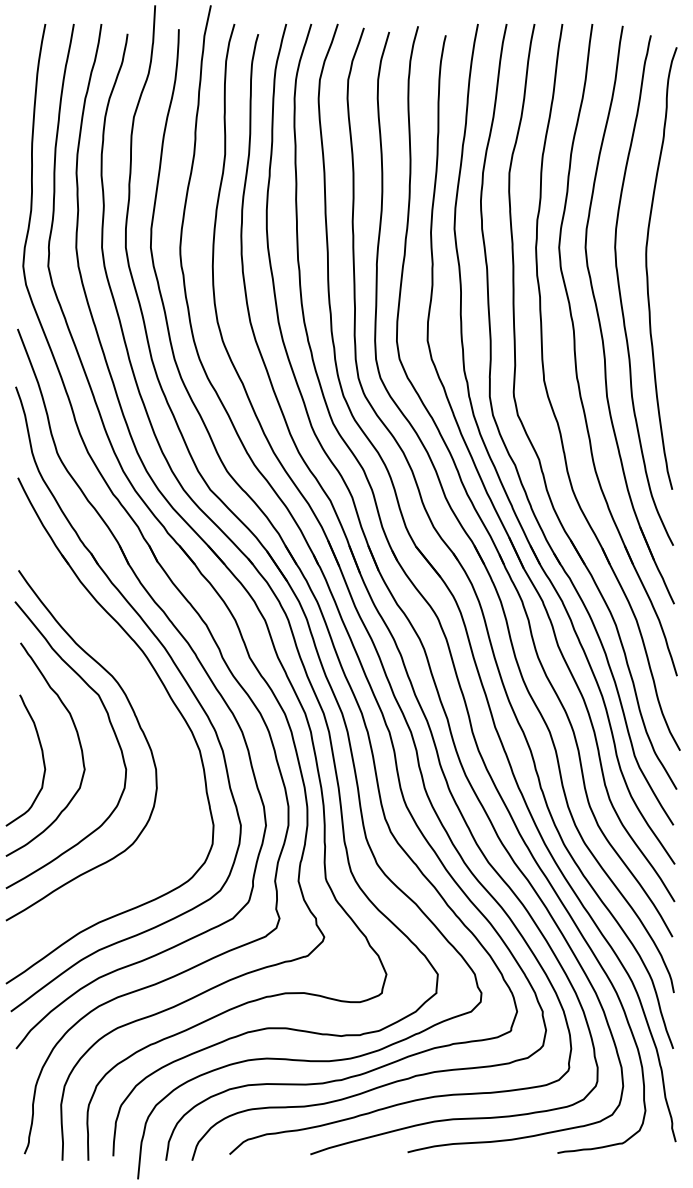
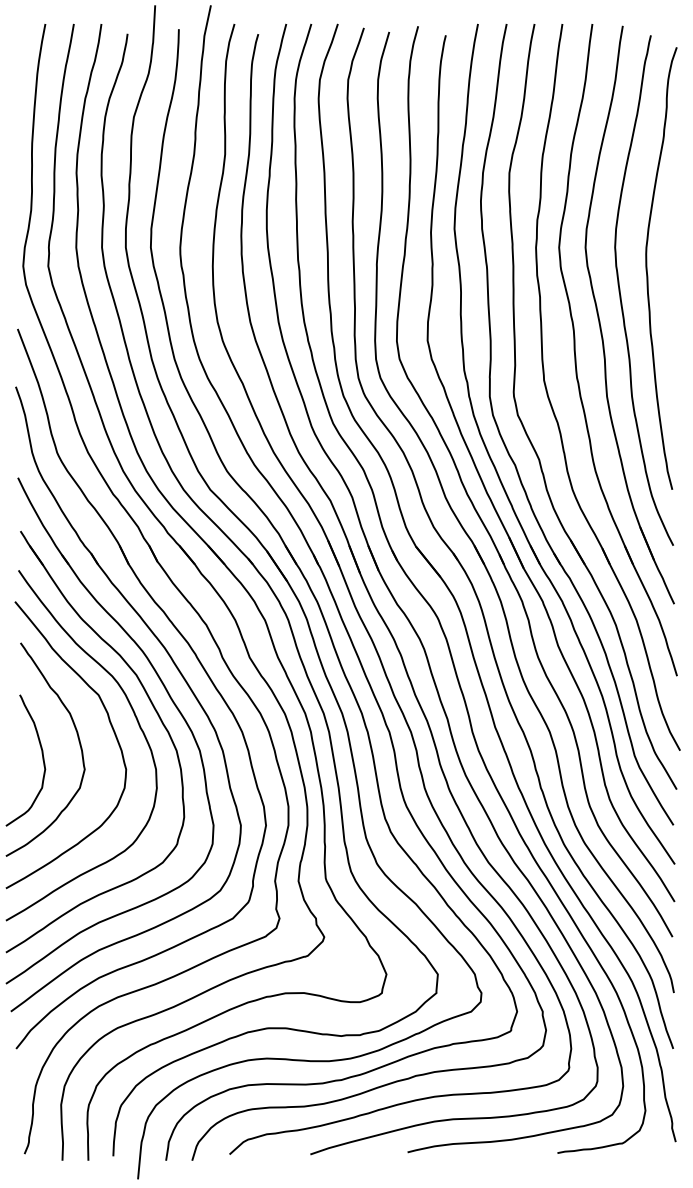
part at (154, 710): none -> present
